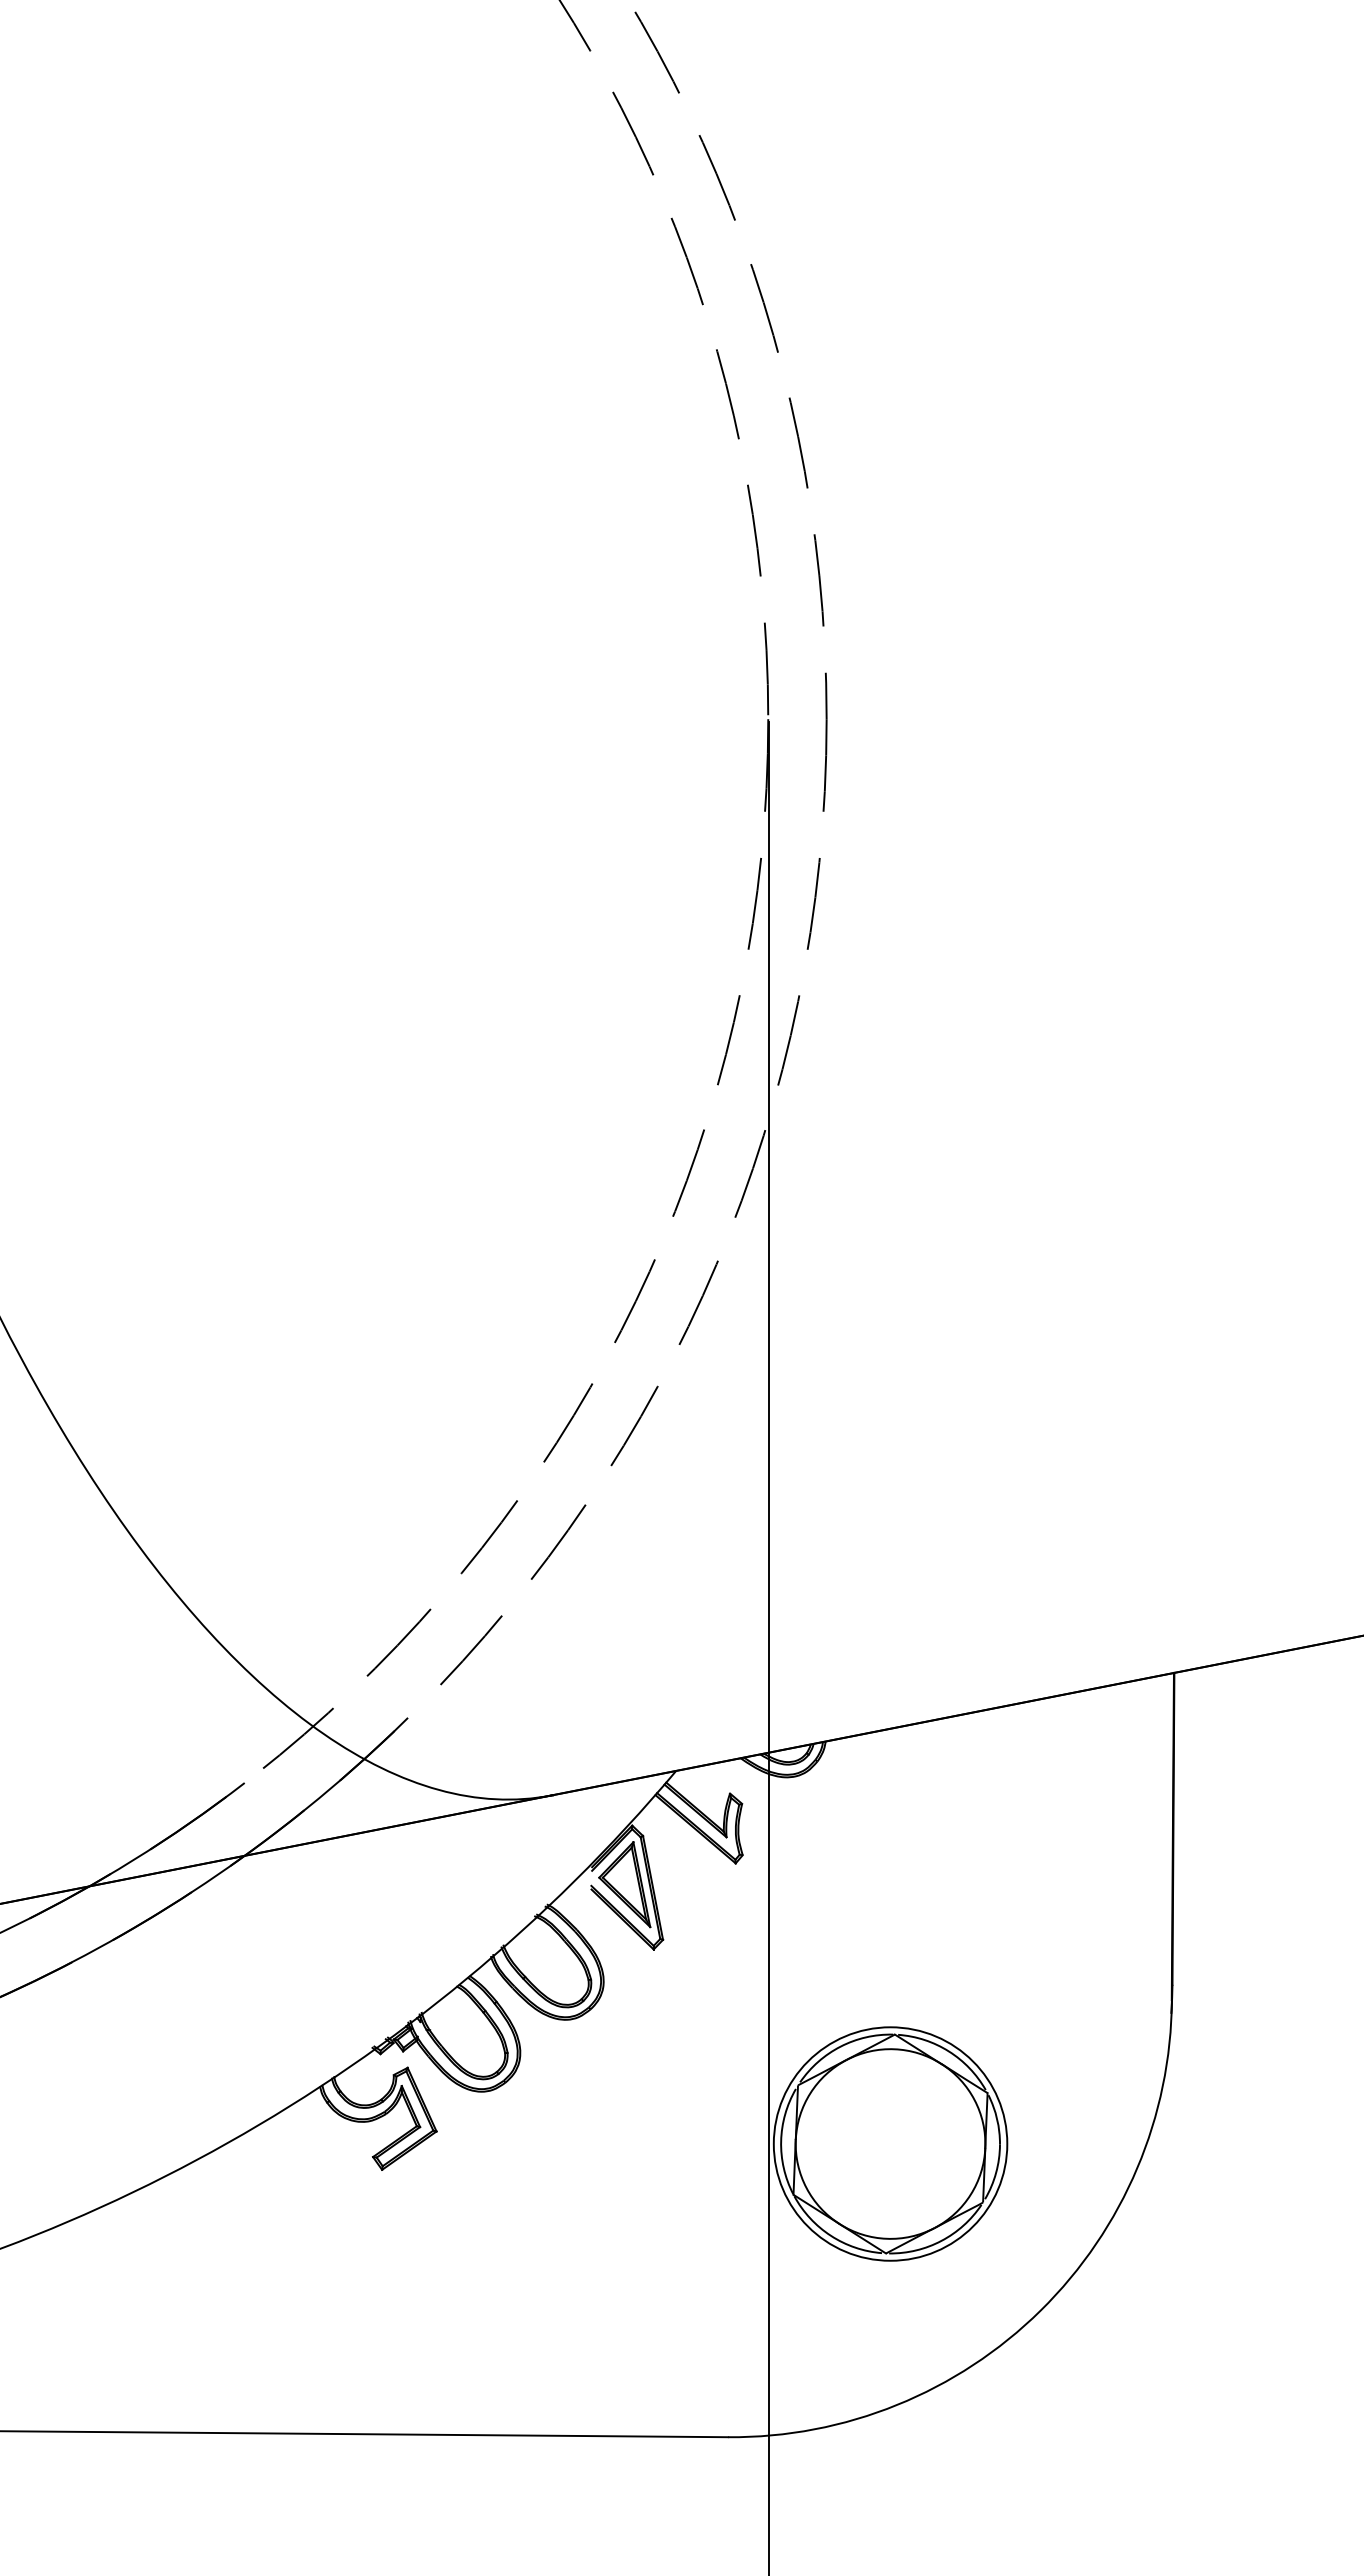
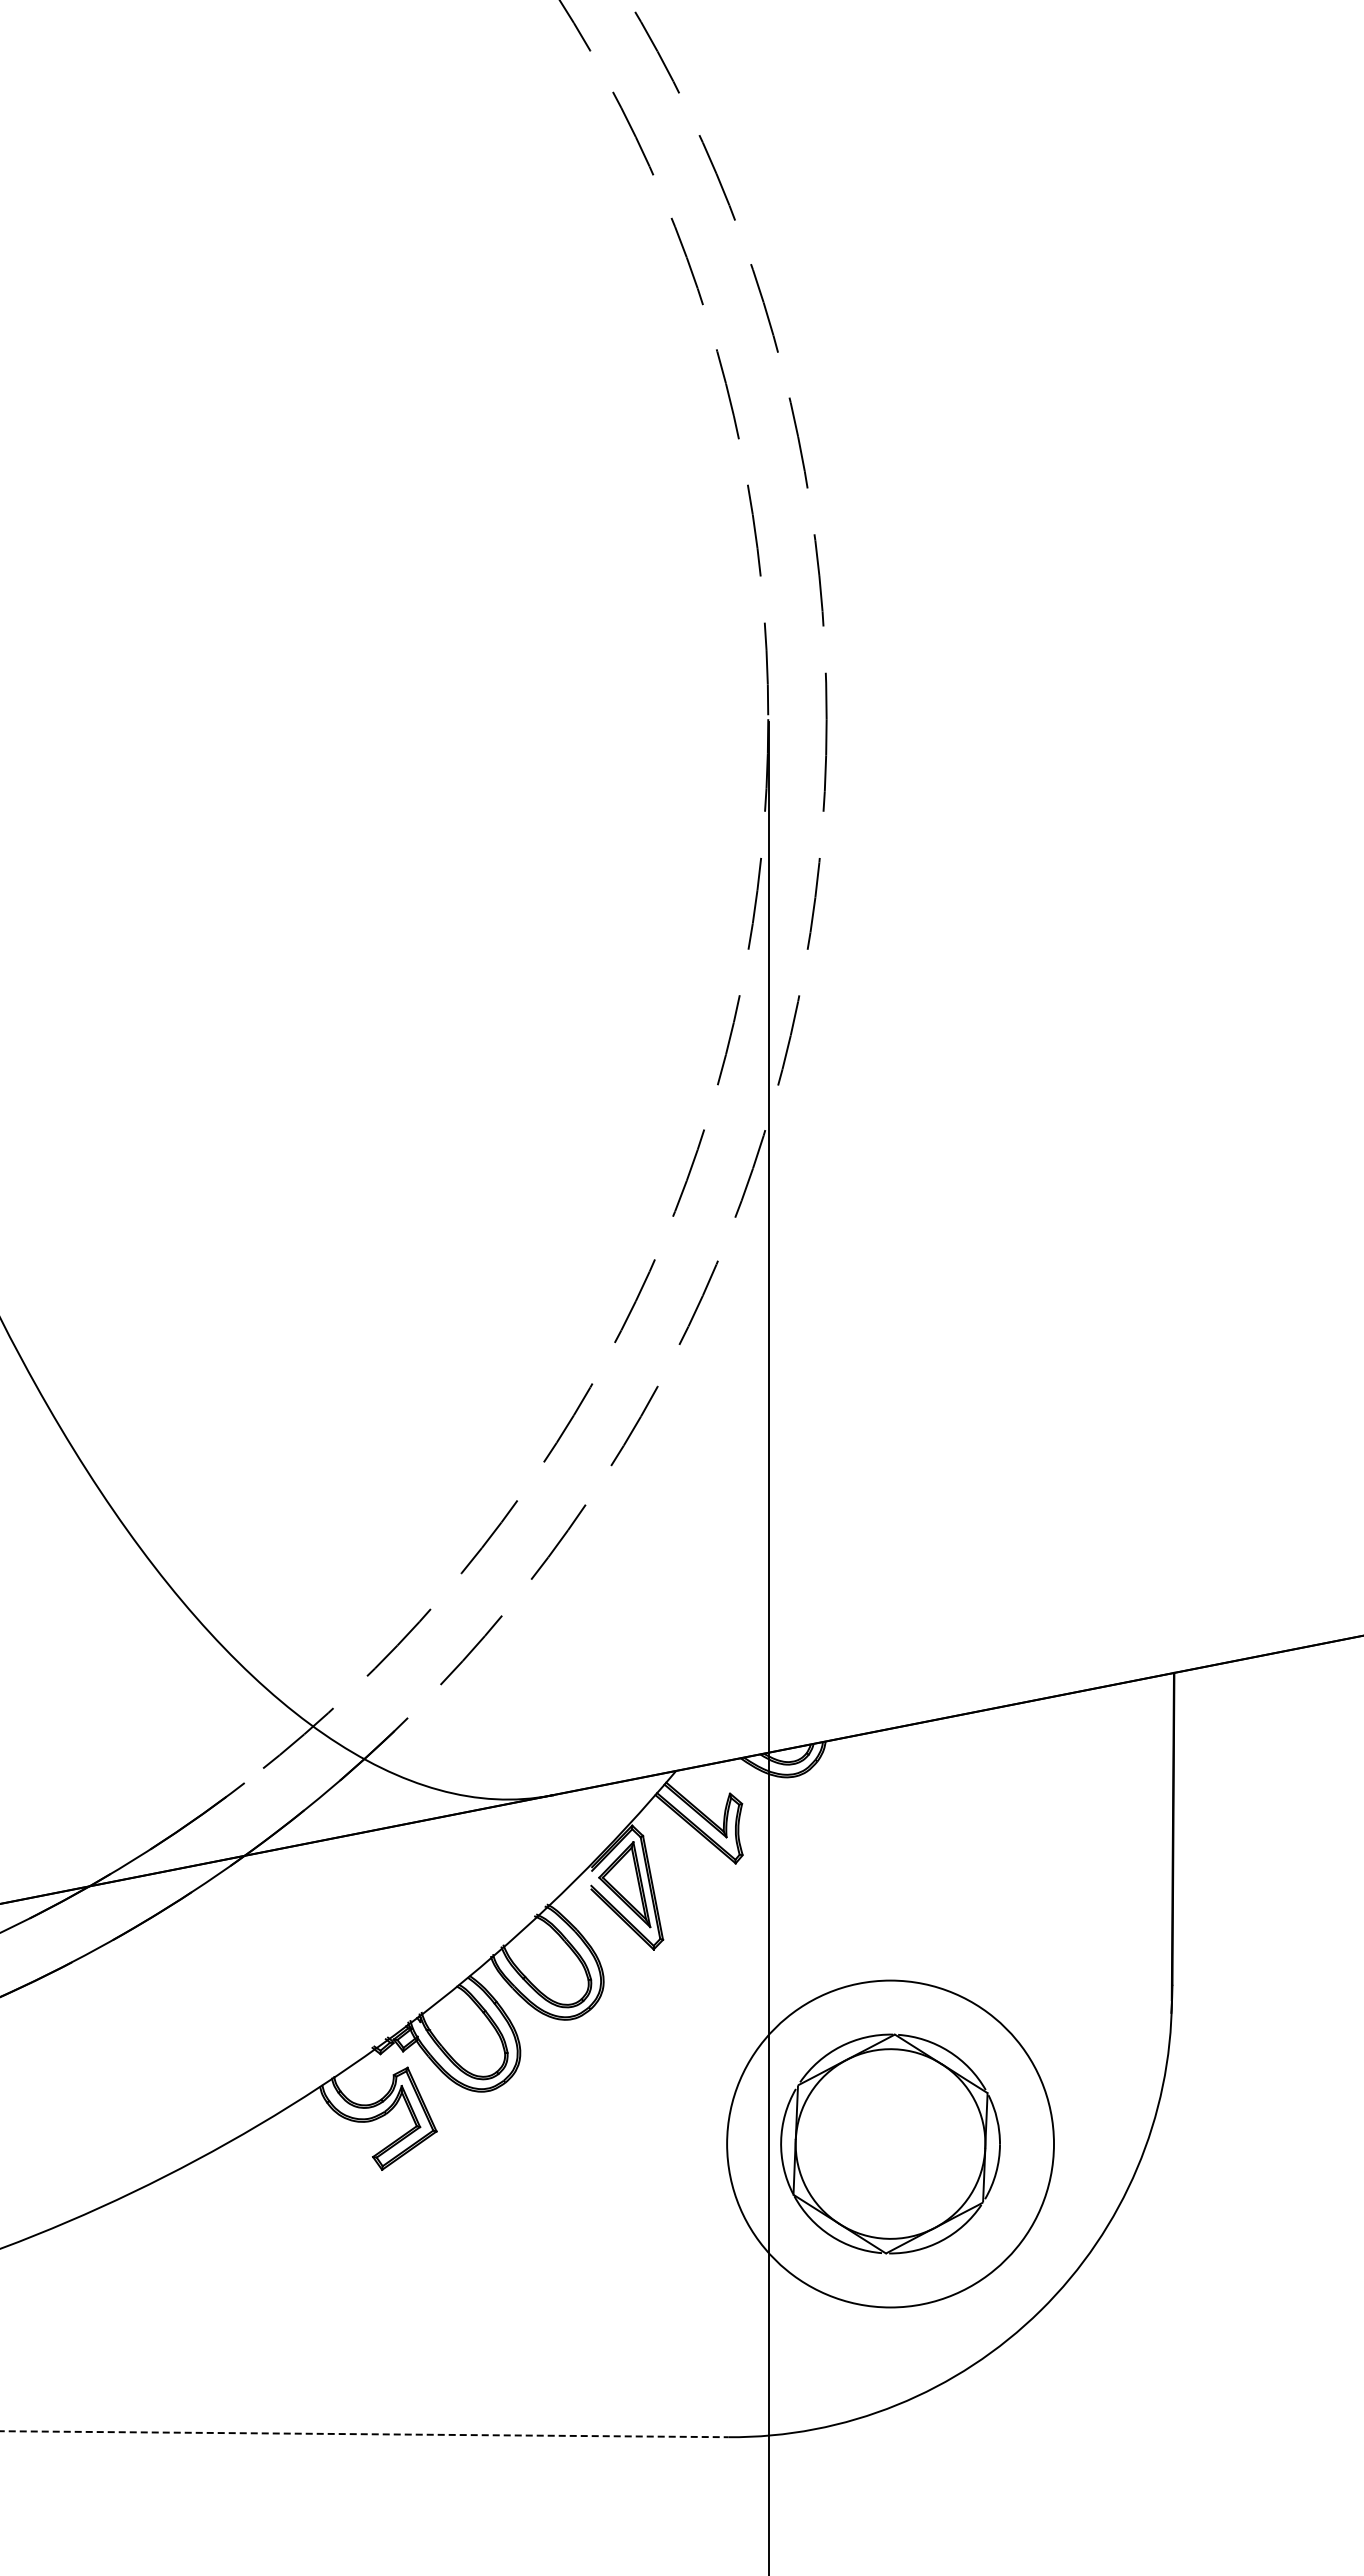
circle at (890, 2143) diameter: 233 px -> 327 px
line at (364, 2434): solid -> dashed
